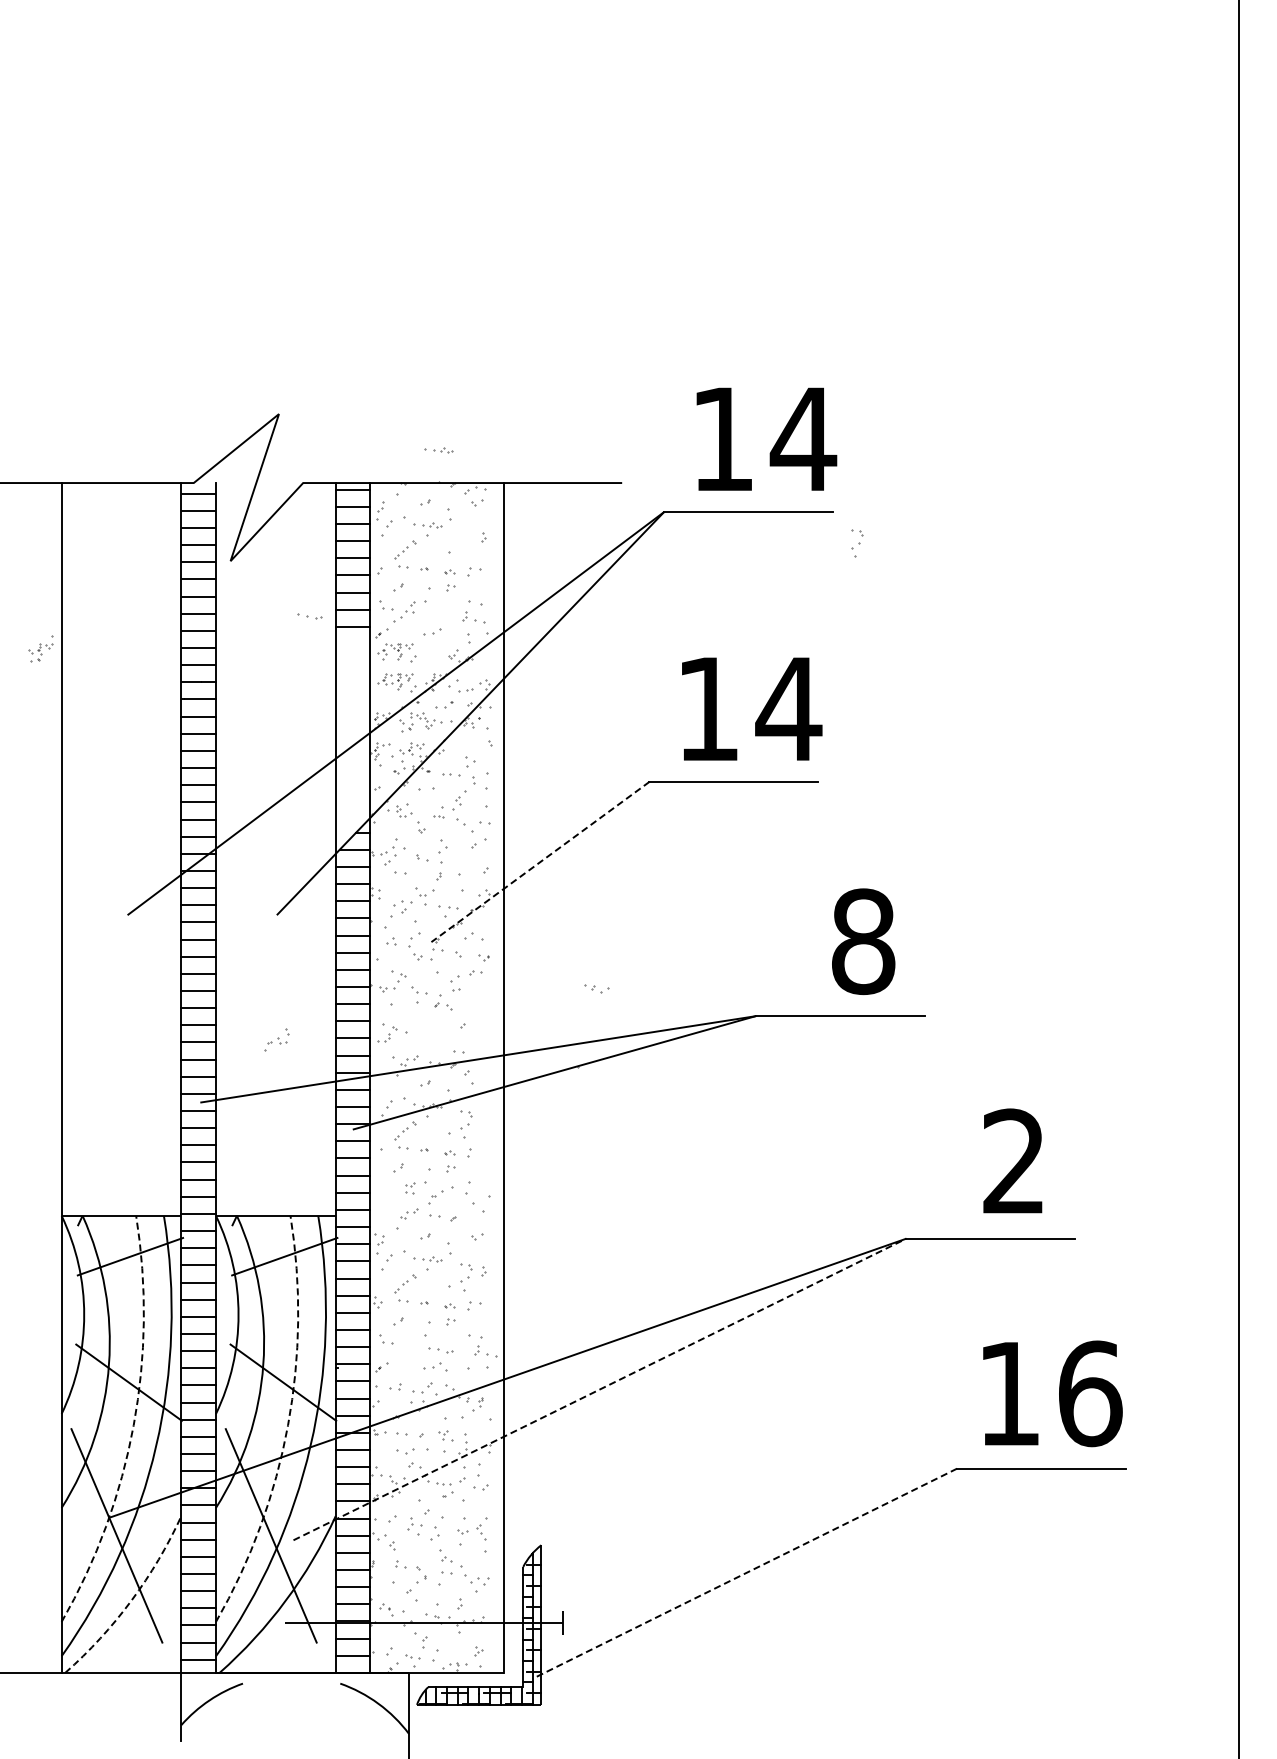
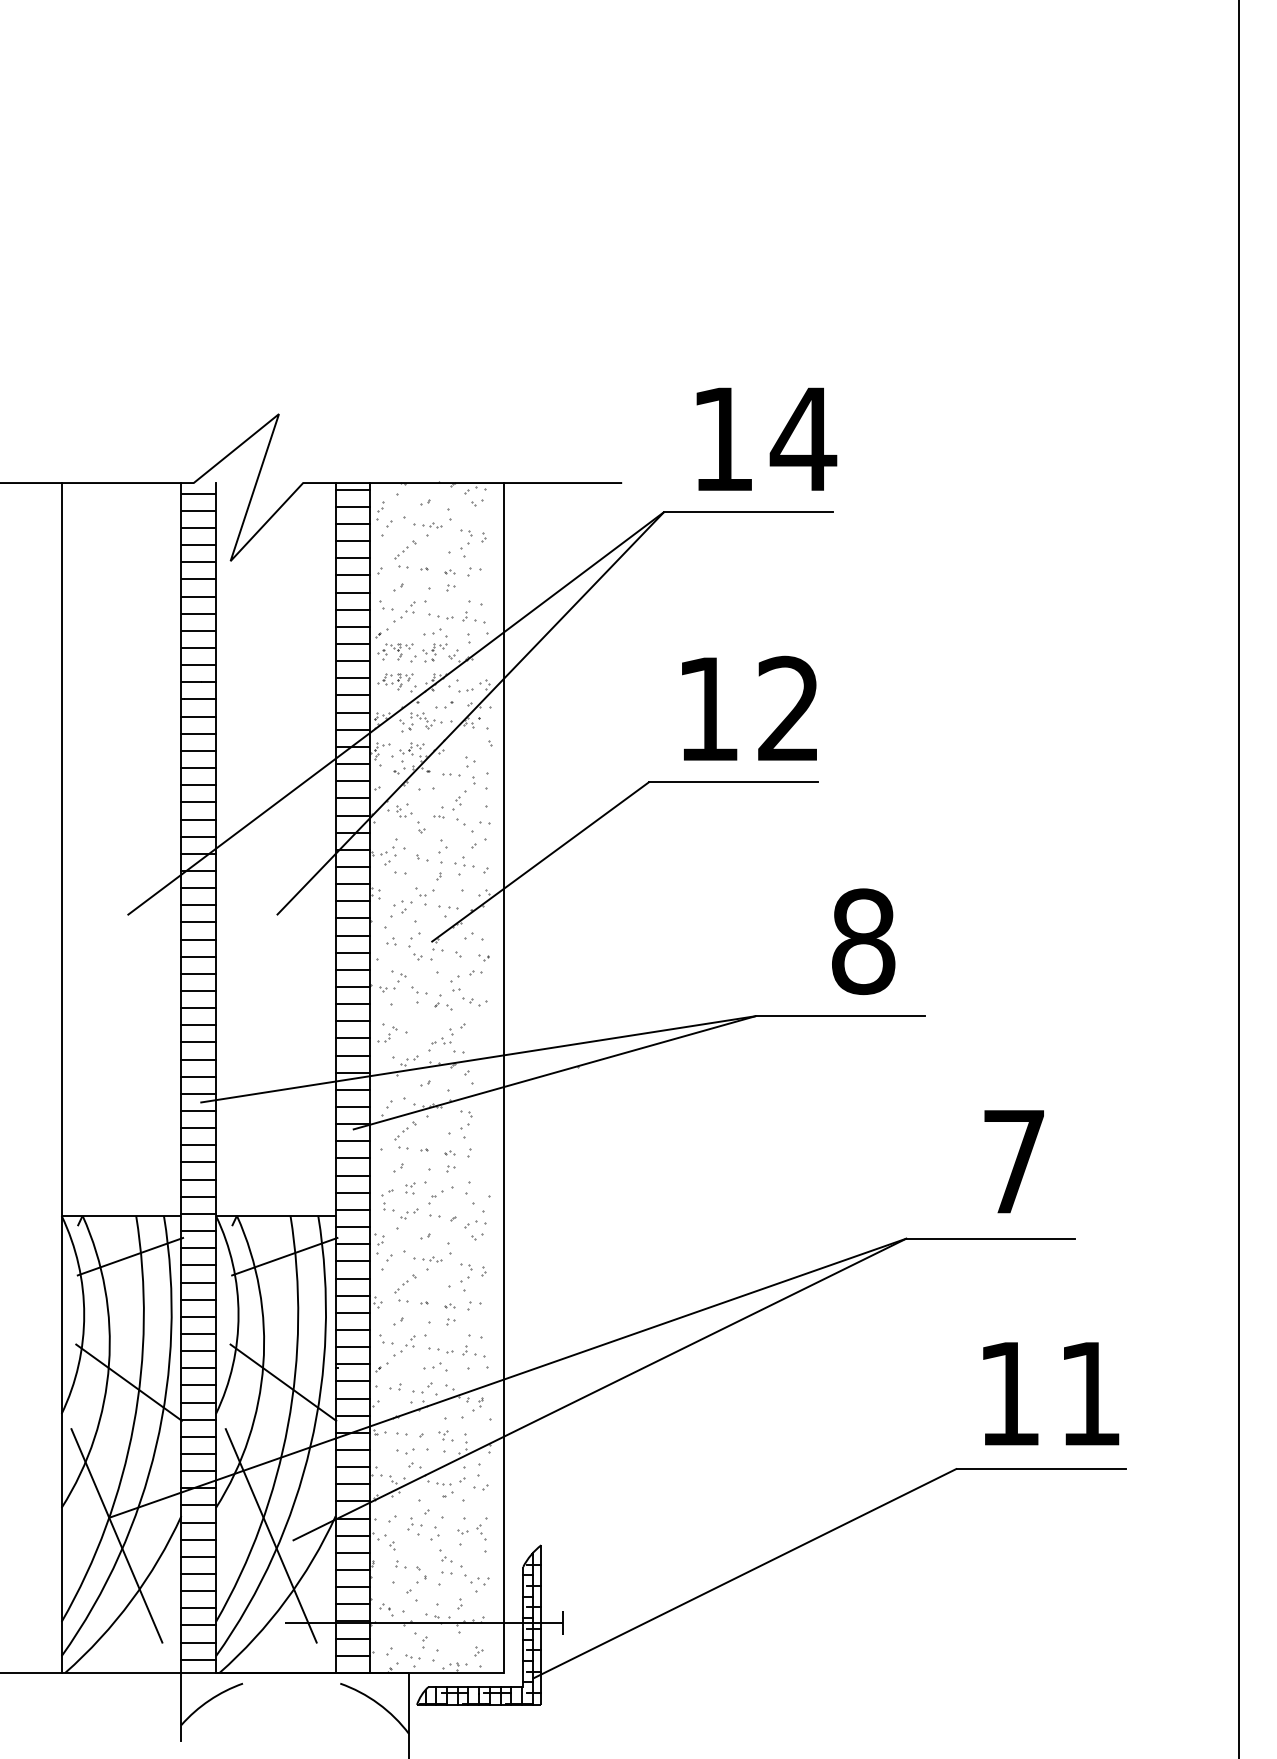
part at (438, 450): present -> none
part at (857, 543) position: (857, 543) -> (466, 543)
part at (309, 616) position: (309, 616) -> (440, 616)
part at (40, 648) position: (40, 648) -> (434, 648)
text at (788, 707): 14 -> 12
hatch at (352, 746): none -> present
part at (464, 861): none -> present
line at (540, 862): dashed -> solid
part at (596, 988) position: (596, 988) -> (474, 1001)
part at (276, 1039) position: (276, 1039) -> (440, 1039)
text at (1013, 1160): 2 -> 7
part at (387, 1200): none -> present
part at (475, 1224): none -> present
part at (404, 1345): none -> present
part at (485, 1351) position: (485, 1351) -> (473, 1351)
line at (599, 1389): dashed -> solid
text at (1090, 1393): 16 -> 11
arc at (133, 1425): dashed -> solid
arc at (288, 1425): dashed -> solid
line at (744, 1573): dashed -> solid
arc at (131, 1600): dashed -> solid
